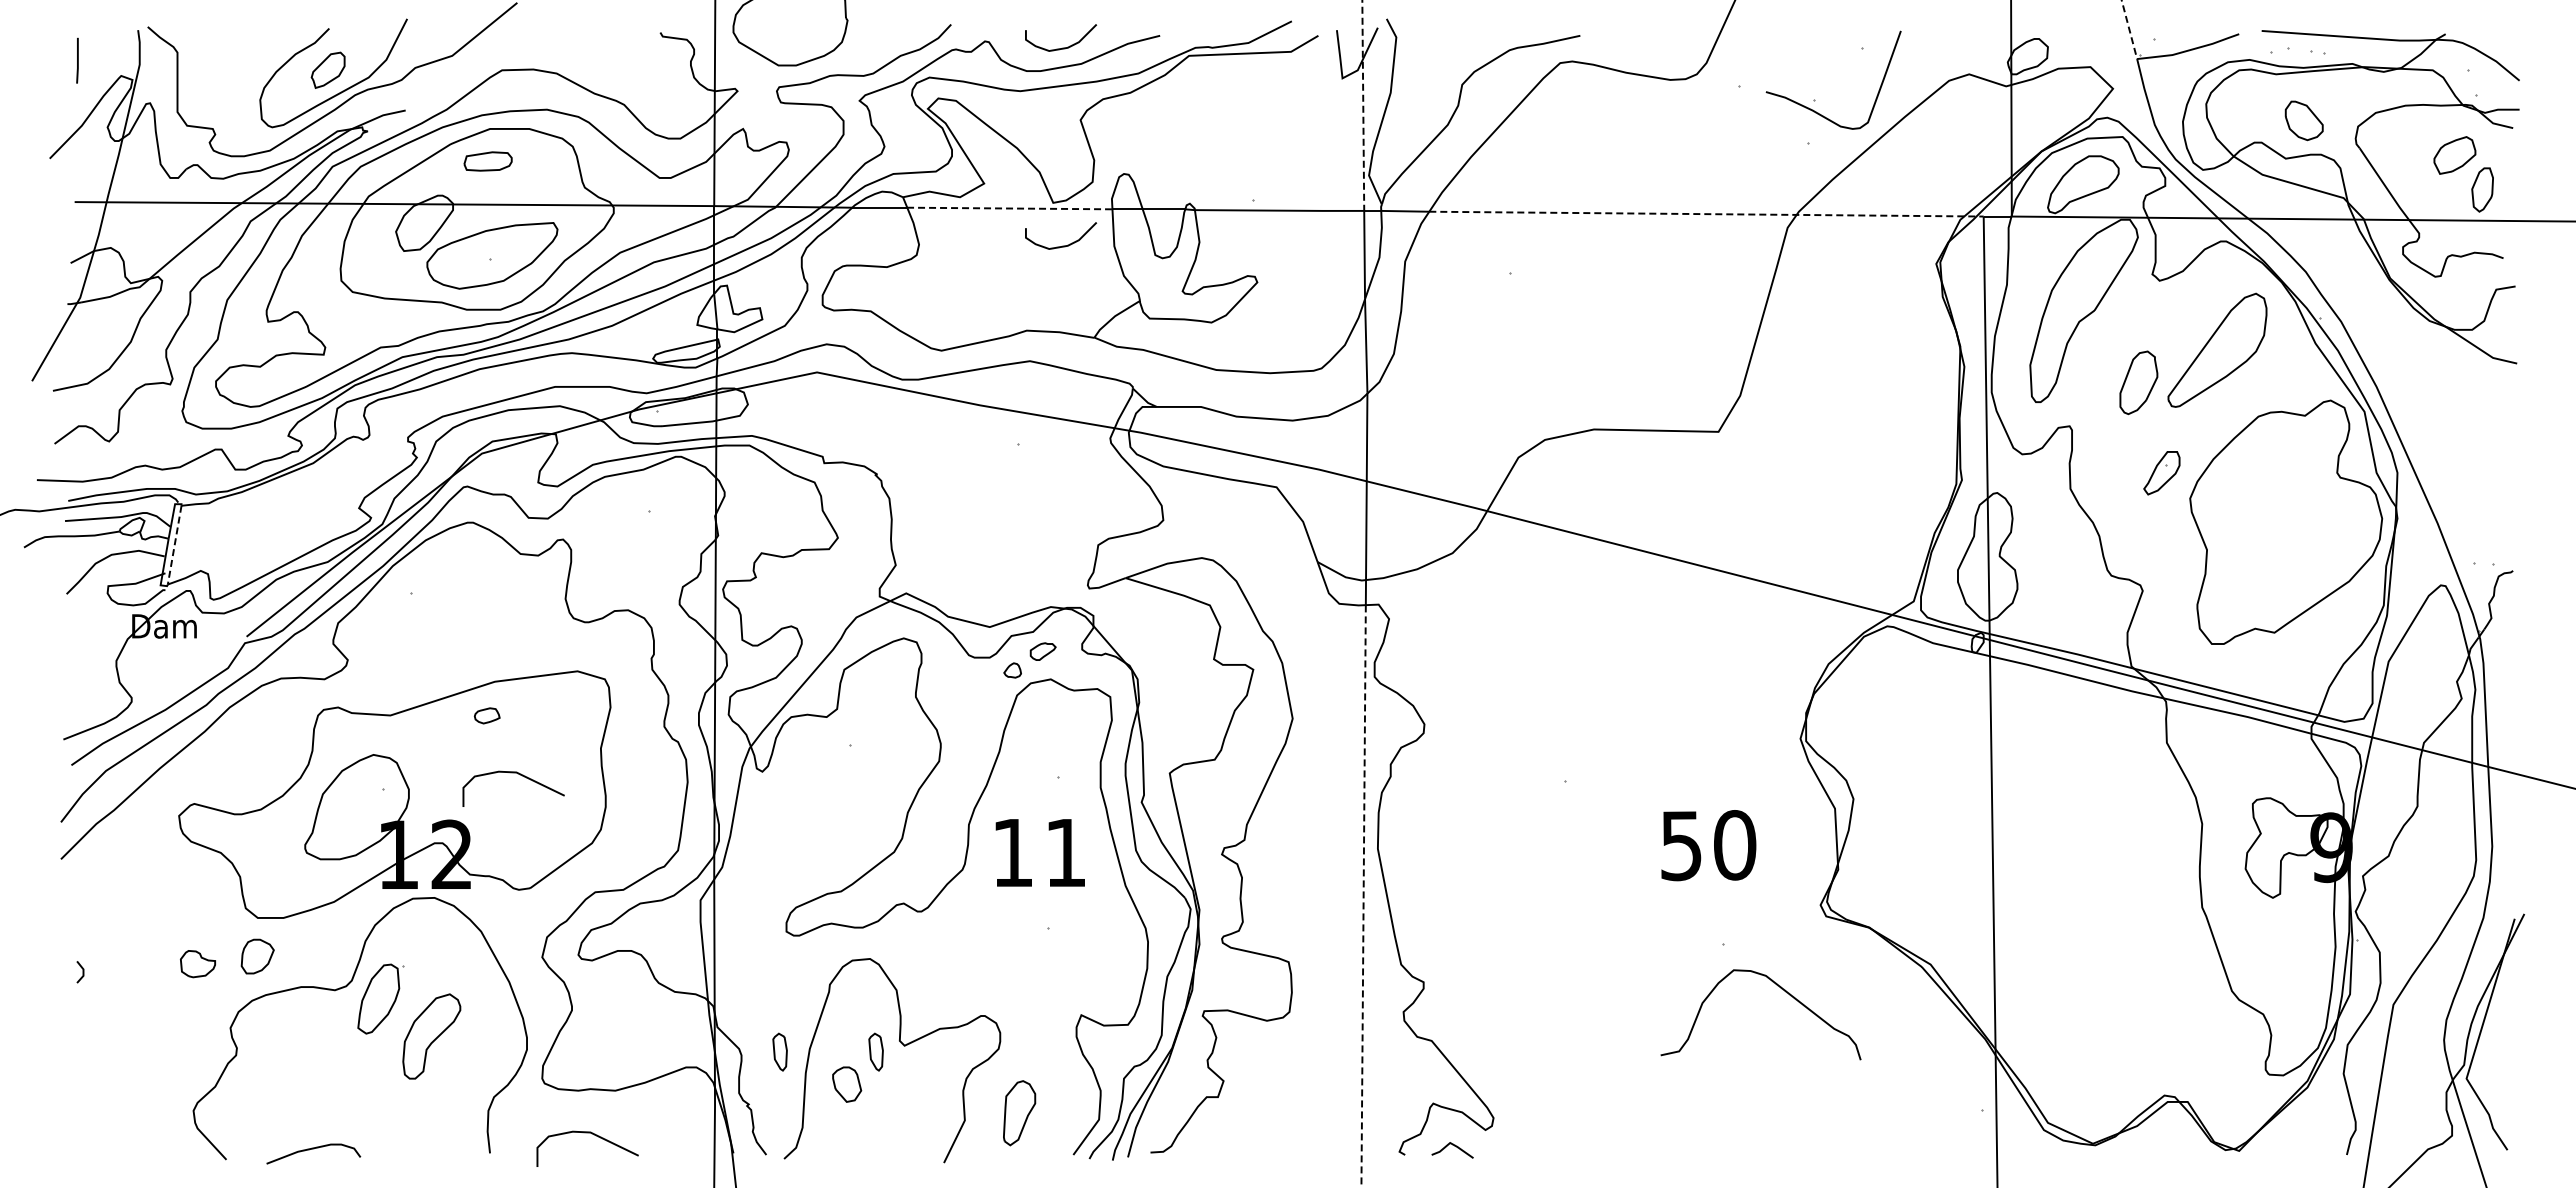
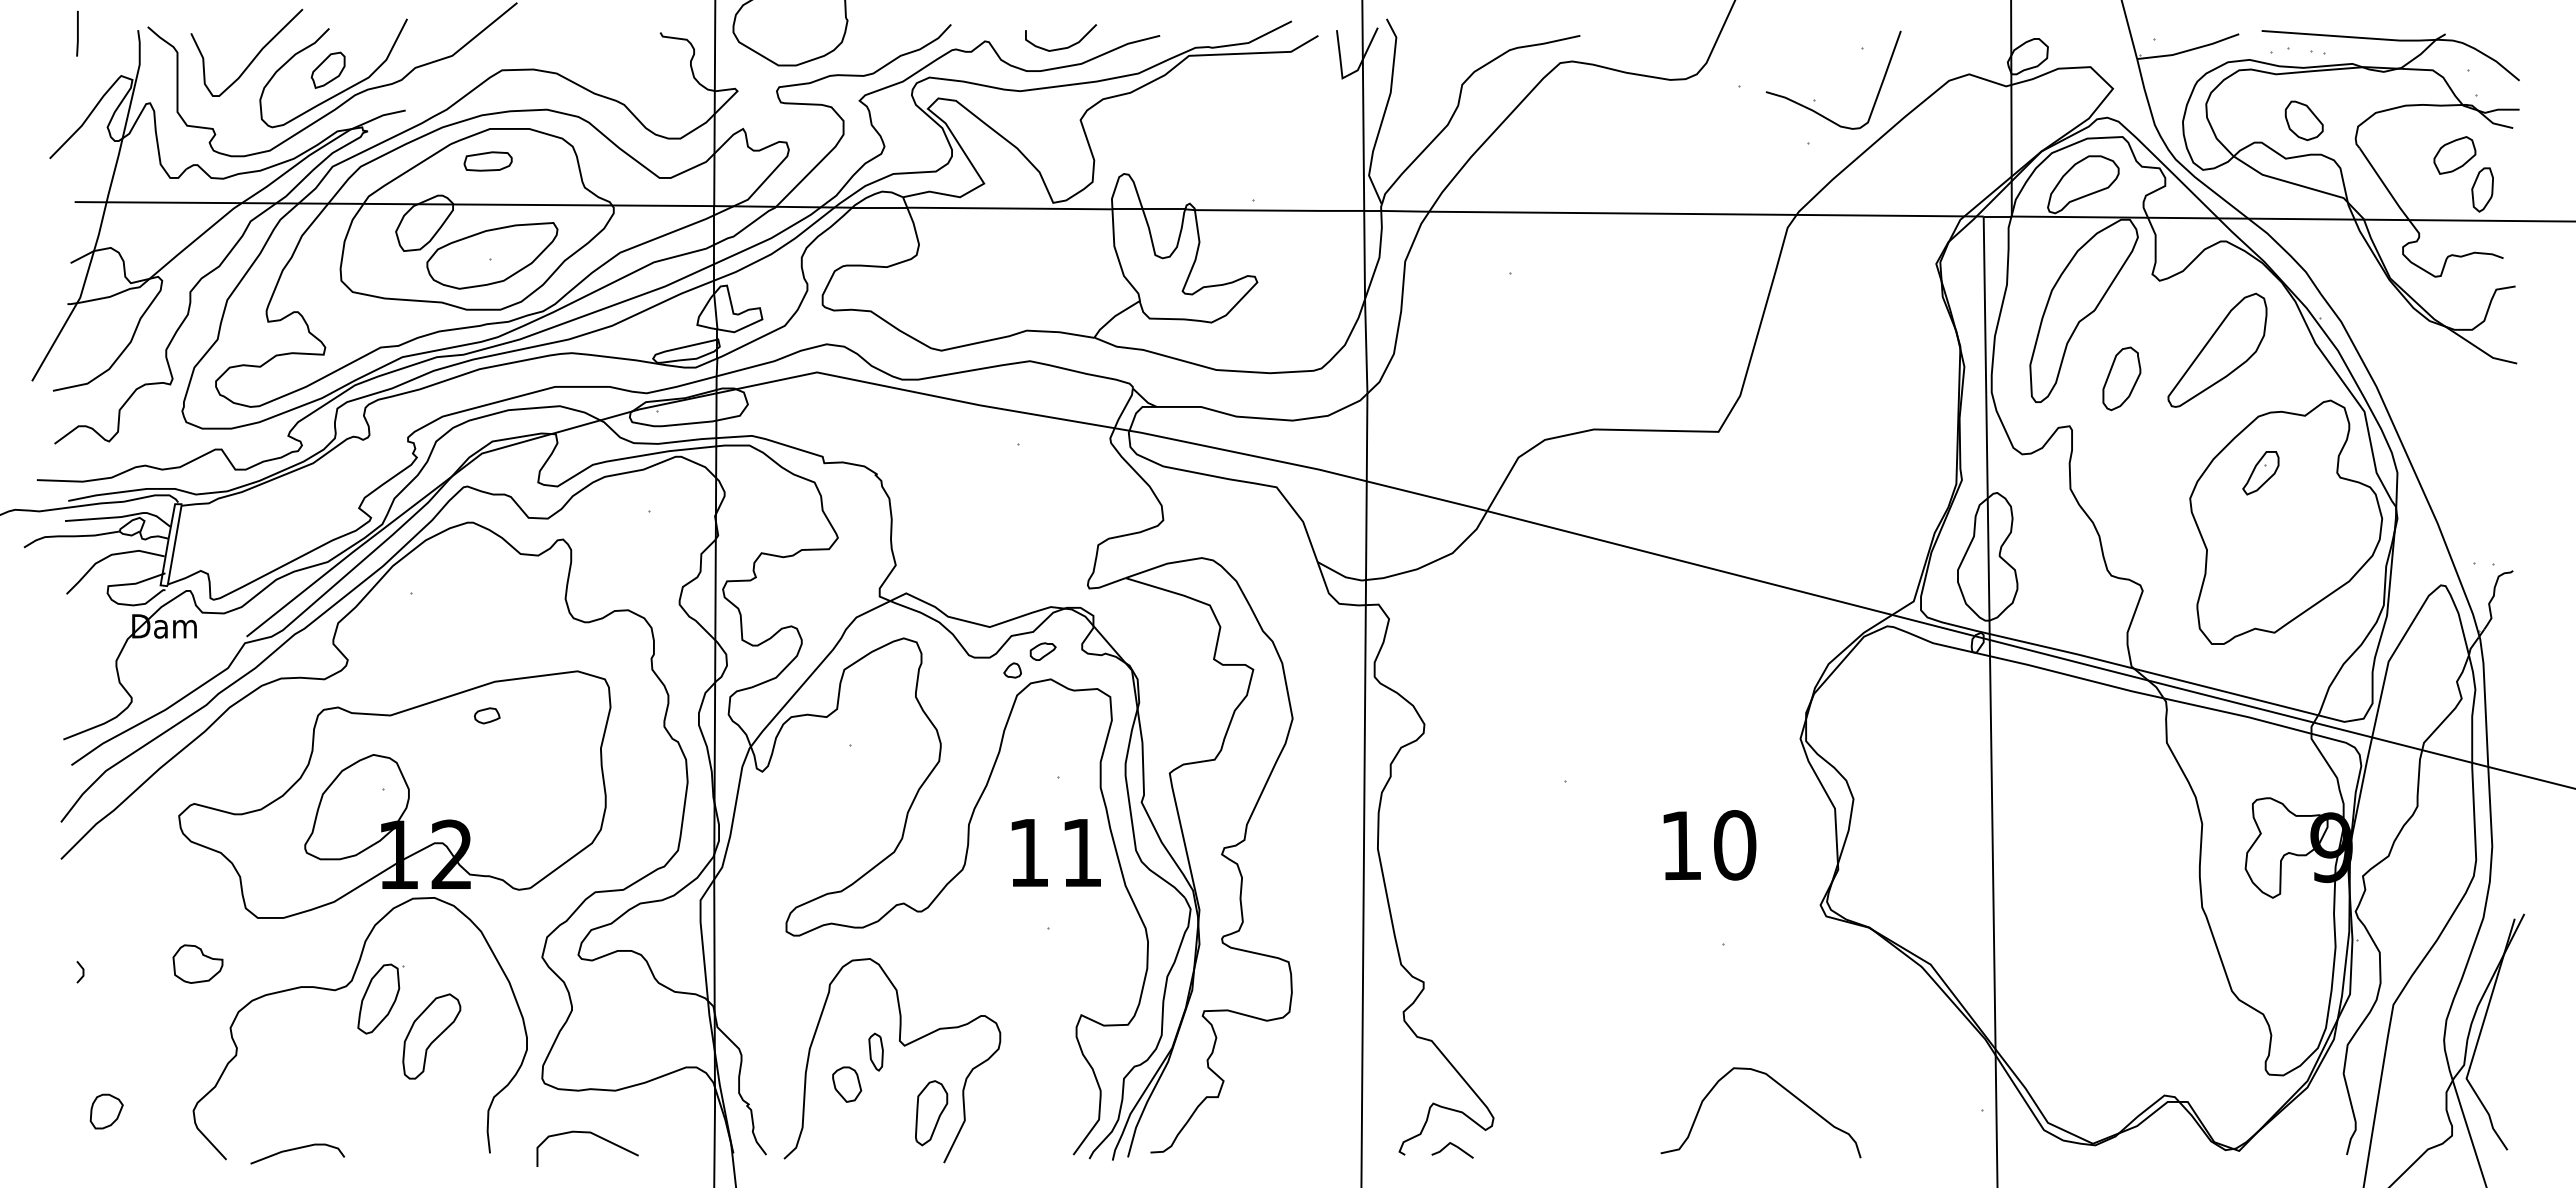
line at (2129, 30): dashed -> solid
curve at (253, 58): none -> present
line at (77, 60) position: (77, 60) -> (77, 33)
line at (1363, 106): dashed -> solid
line at (1009, 208): dashed -> solid
line at (1707, 214): dashed -> solid
curve at (1062, 245): present -> none
part at (2138, 382) position: (2138, 382) -> (2121, 378)
part at (2161, 473) position: (2161, 473) -> (2260, 473)
line at (174, 545): dashed -> solid
curve at (520, 775): present -> none
text at (1681, 846): 50 -> 10
text at (1039, 852) position: (1039, 852) -> (1055, 852)
line at (1363, 896): dashed -> solid
part at (257, 956) position: (257, 956) -> (106, 1111)
part at (197, 964) size: 36x29 px -> 52x40 px
curve at (1781, 989) position: (1781, 989) -> (1781, 1087)
part at (779, 1051): present -> none
part at (1019, 1113) position: (1019, 1113) -> (931, 1113)
curve at (313, 1149) position: (313, 1149) -> (297, 1149)
